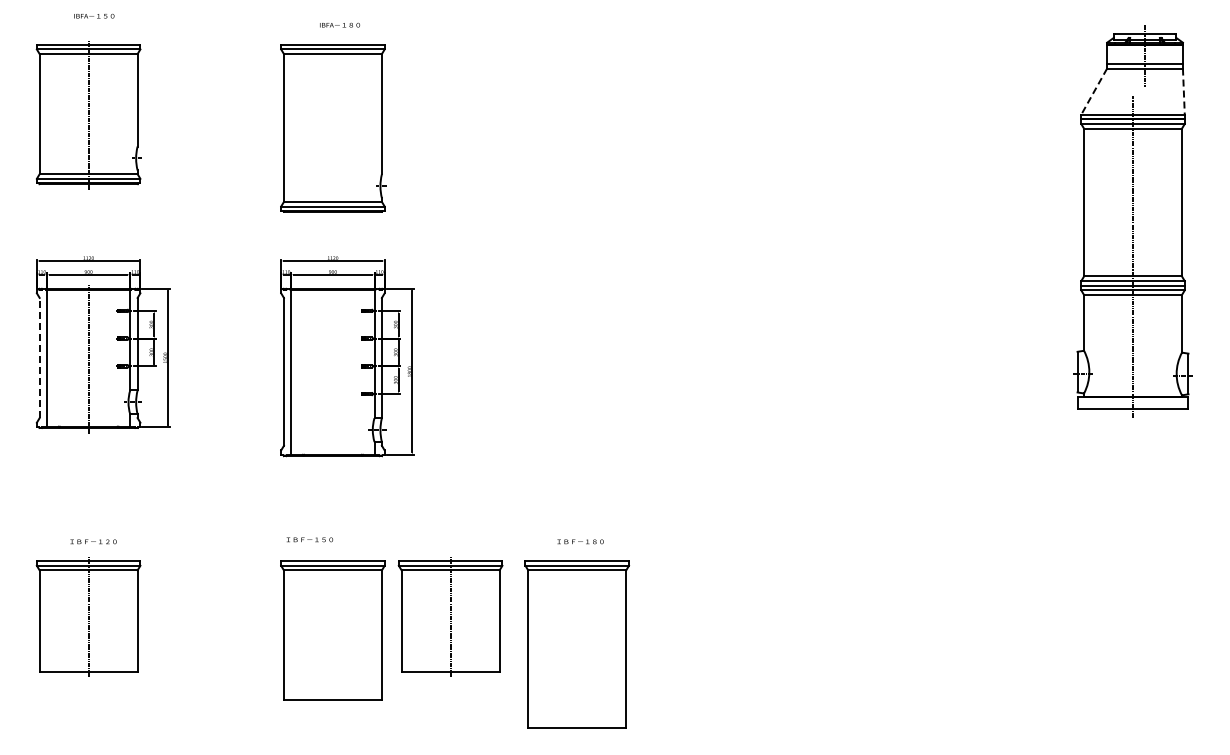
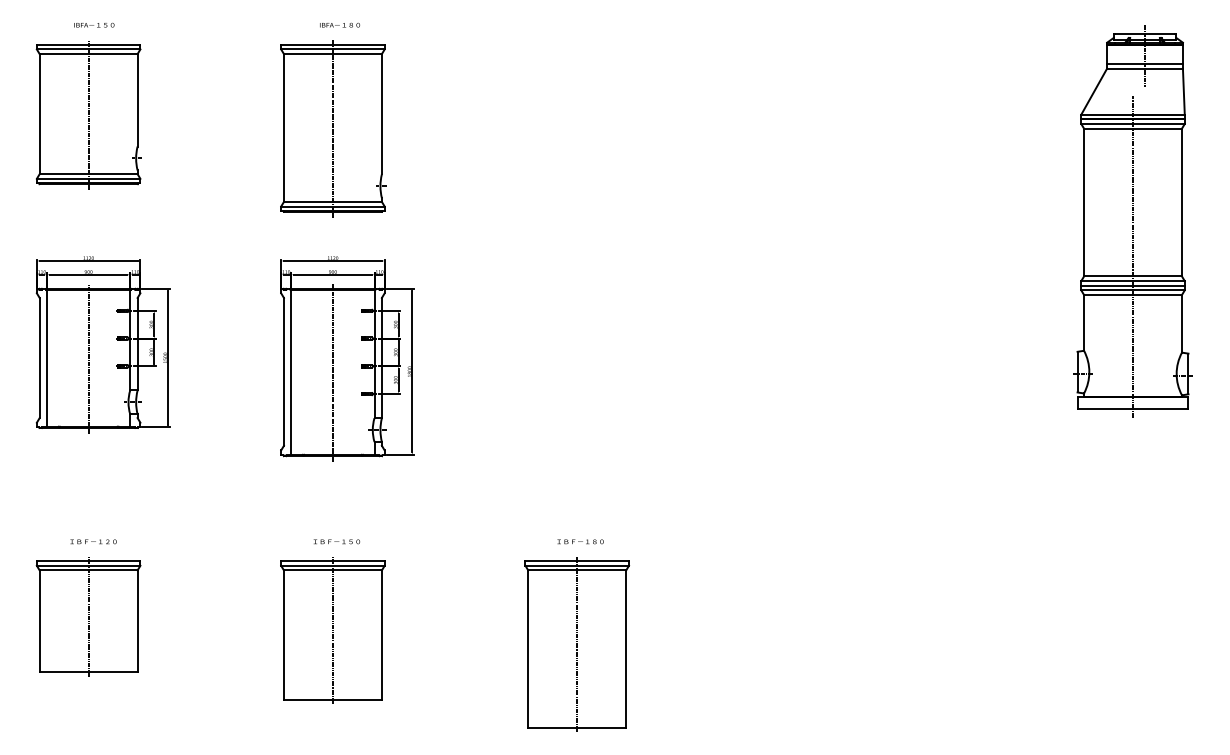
text at (94, 15) position: (94, 15) -> (94, 24)
line at (1093, 92): dashed -> solid
line at (1183, 92): dashed -> solid
line at (332, 128): none -> present
line at (39, 357): dashed -> solid
line at (332, 372): none -> present
text at (309, 539) position: (309, 539) -> (336, 541)
part at (450, 616): present -> none
line at (332, 630): none -> present
line at (577, 644): none -> present
